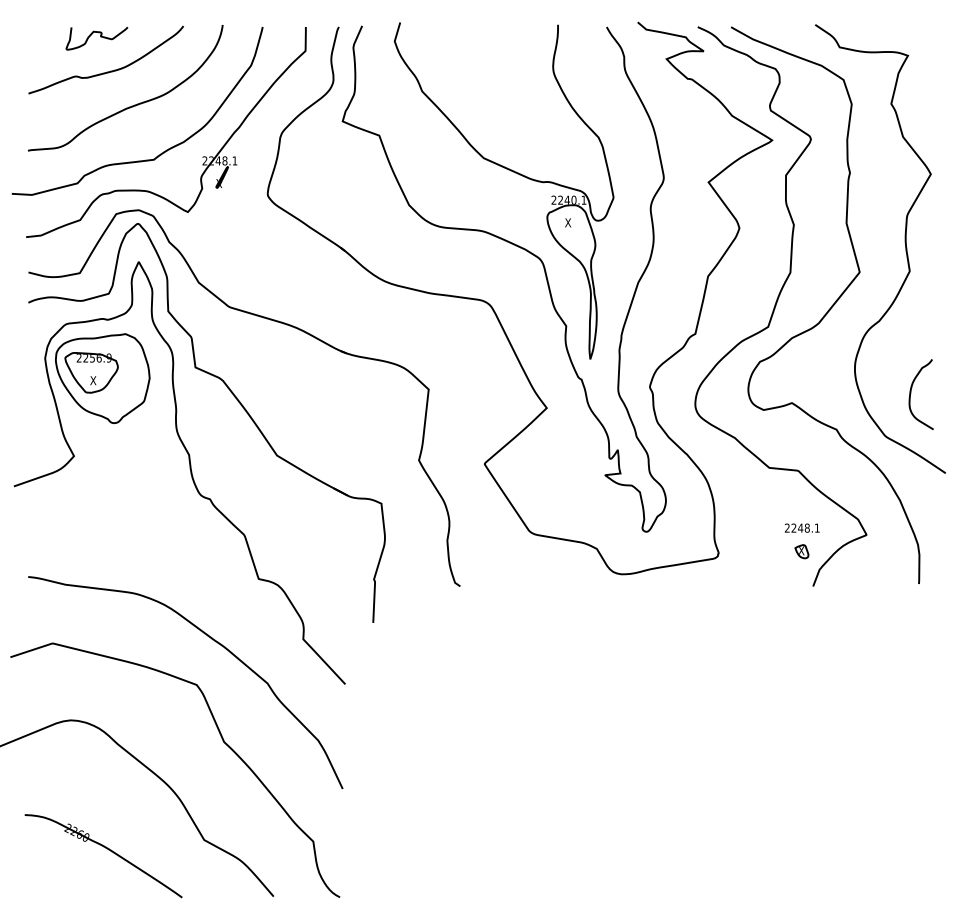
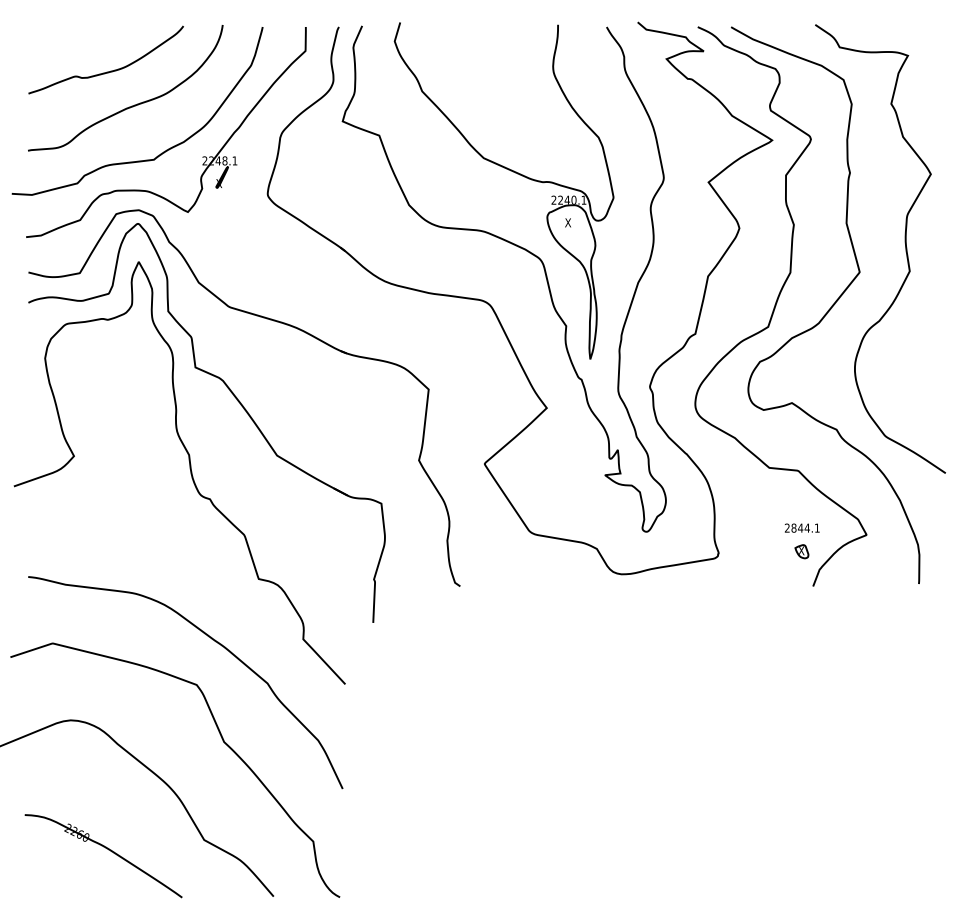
curve at (100, 37): present -> none
part at (102, 378): present -> none
curve at (911, 393): present -> none
text at (800, 527): 2248.1 -> 2844.1
